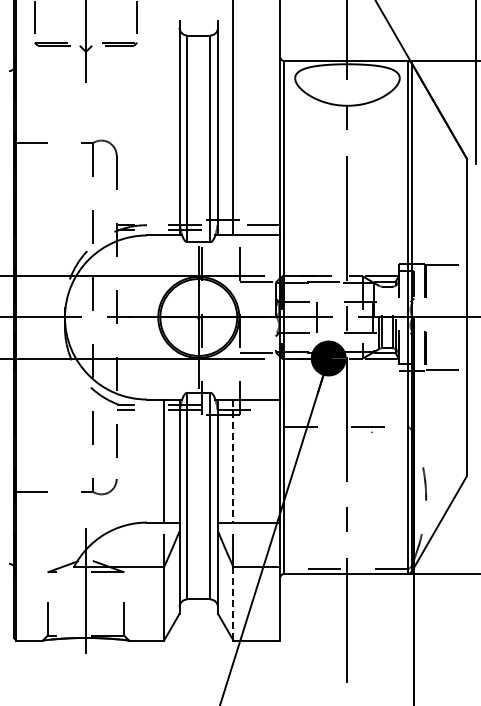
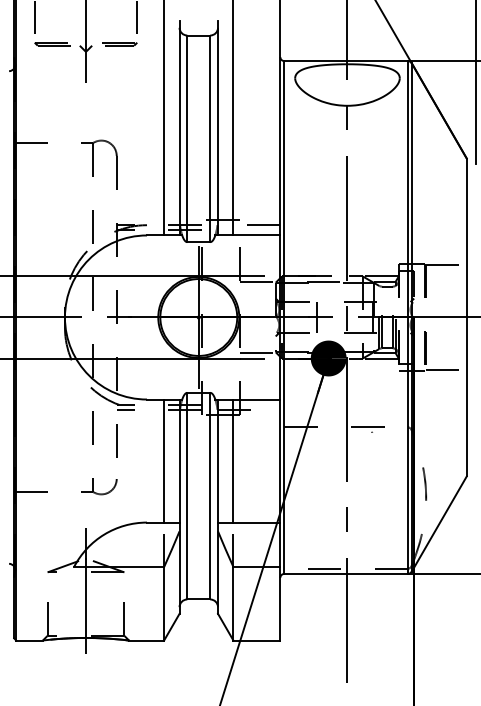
line at (164, 118): none -> present
line at (233, 461): dashed -> solid
line at (233, 603): dashed -> solid
